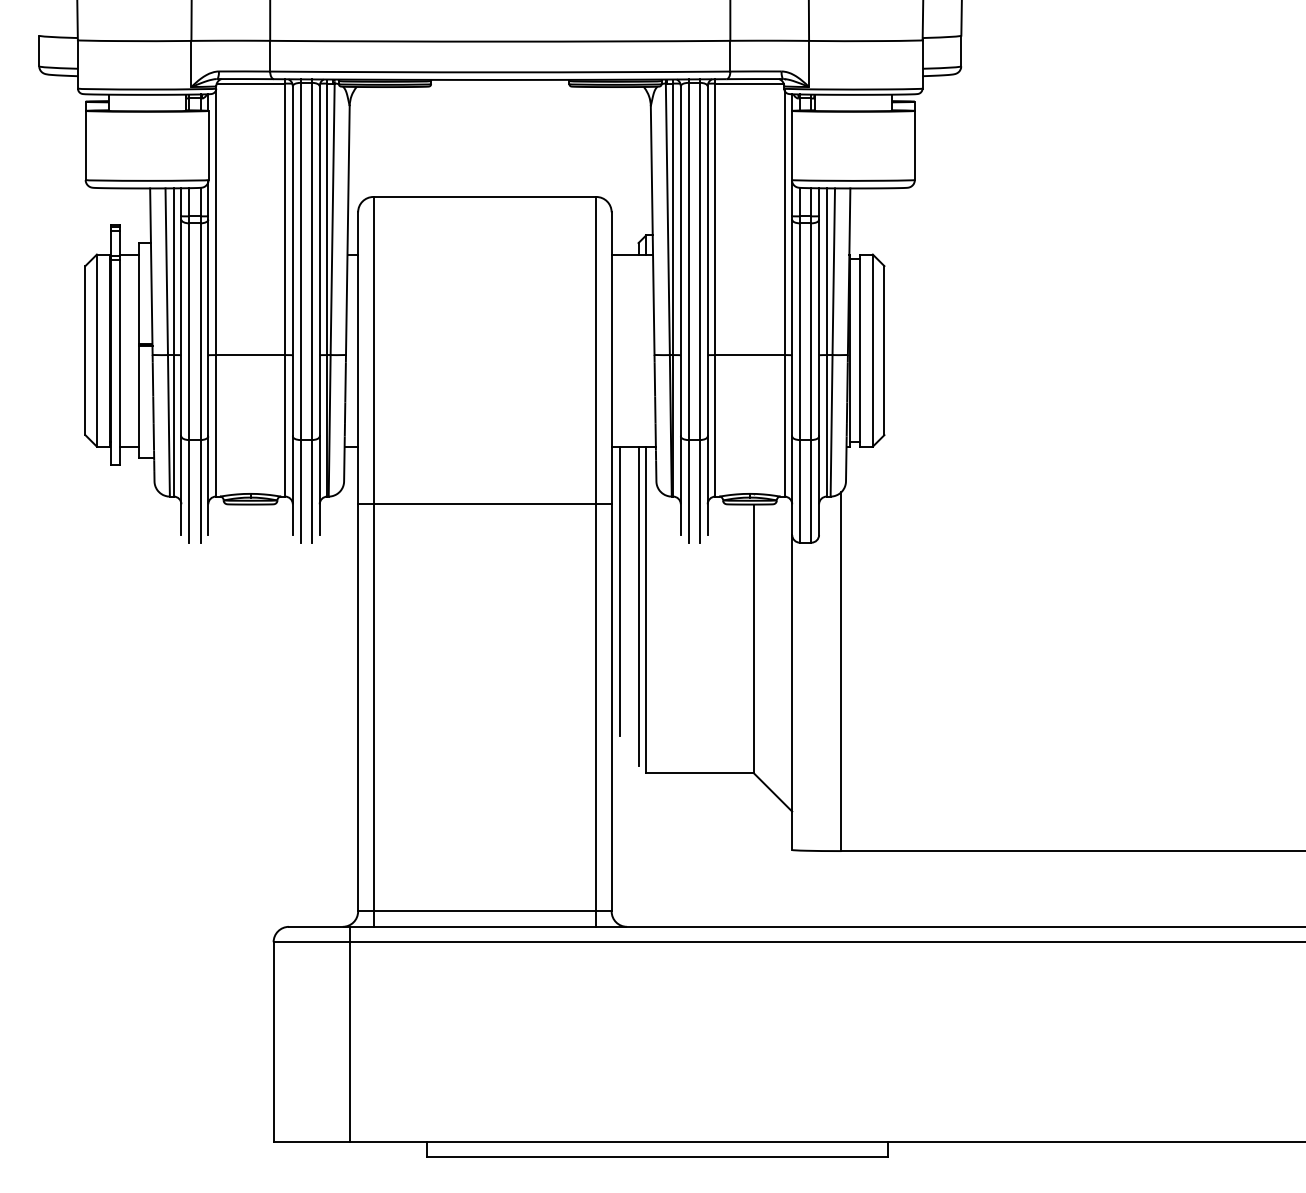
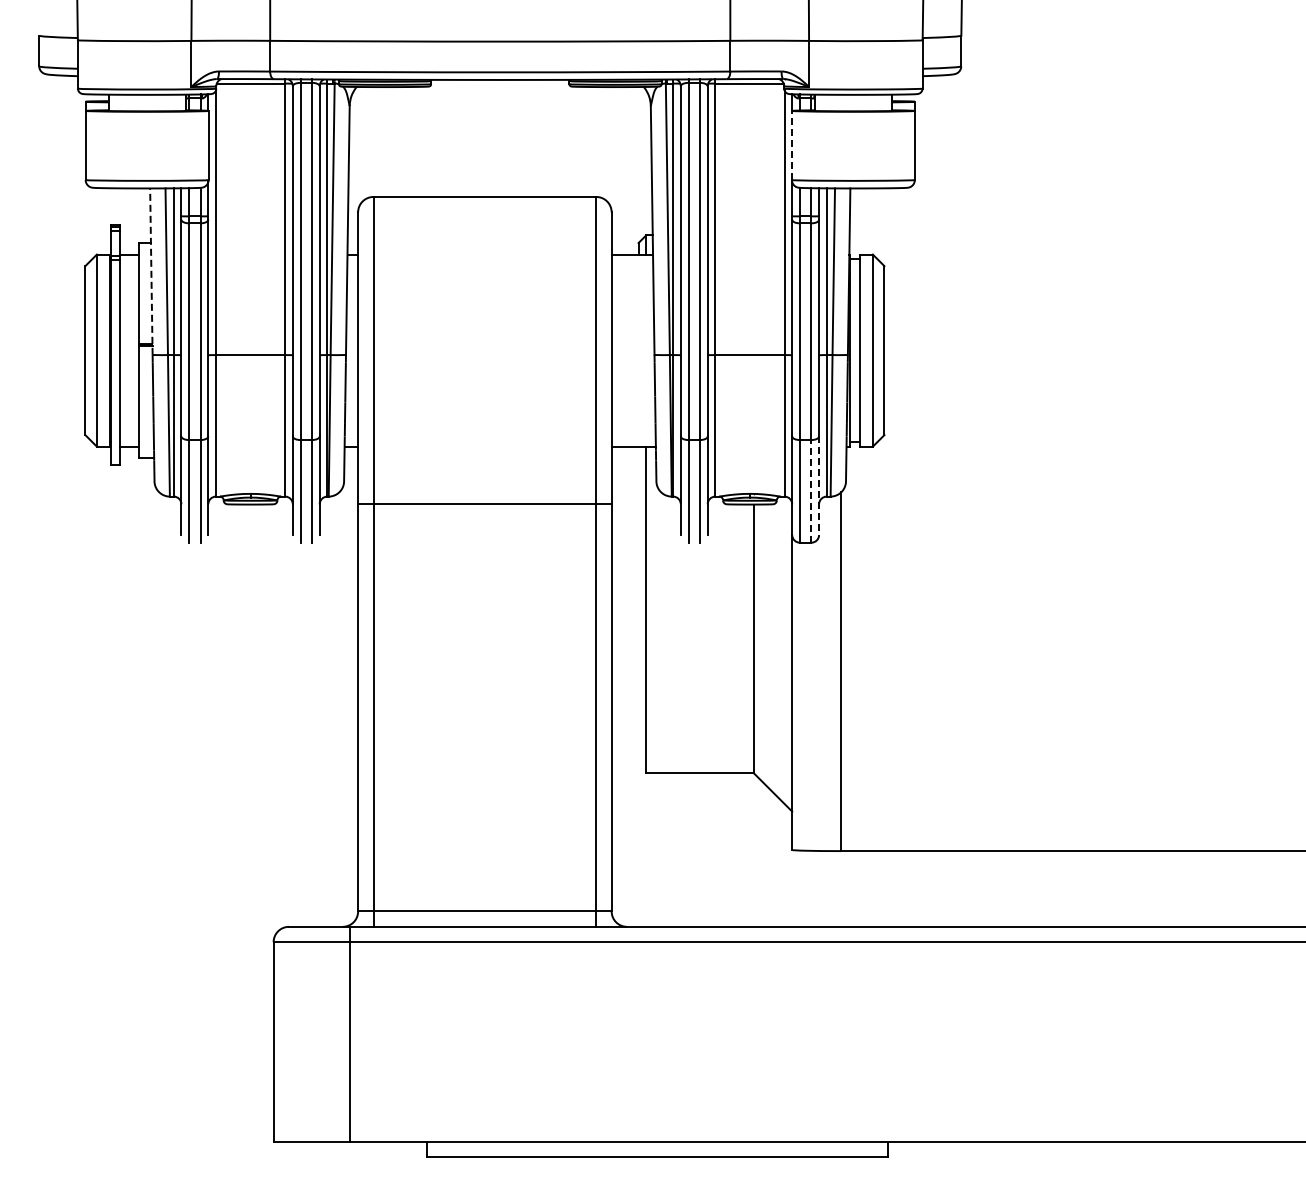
line at (791, 145): solid -> dashed
line at (151, 271): solid -> dashed
line at (819, 486): solid -> dashed
line at (811, 490): solid -> dashed
line at (620, 591): present -> none
line at (638, 605): present -> none
